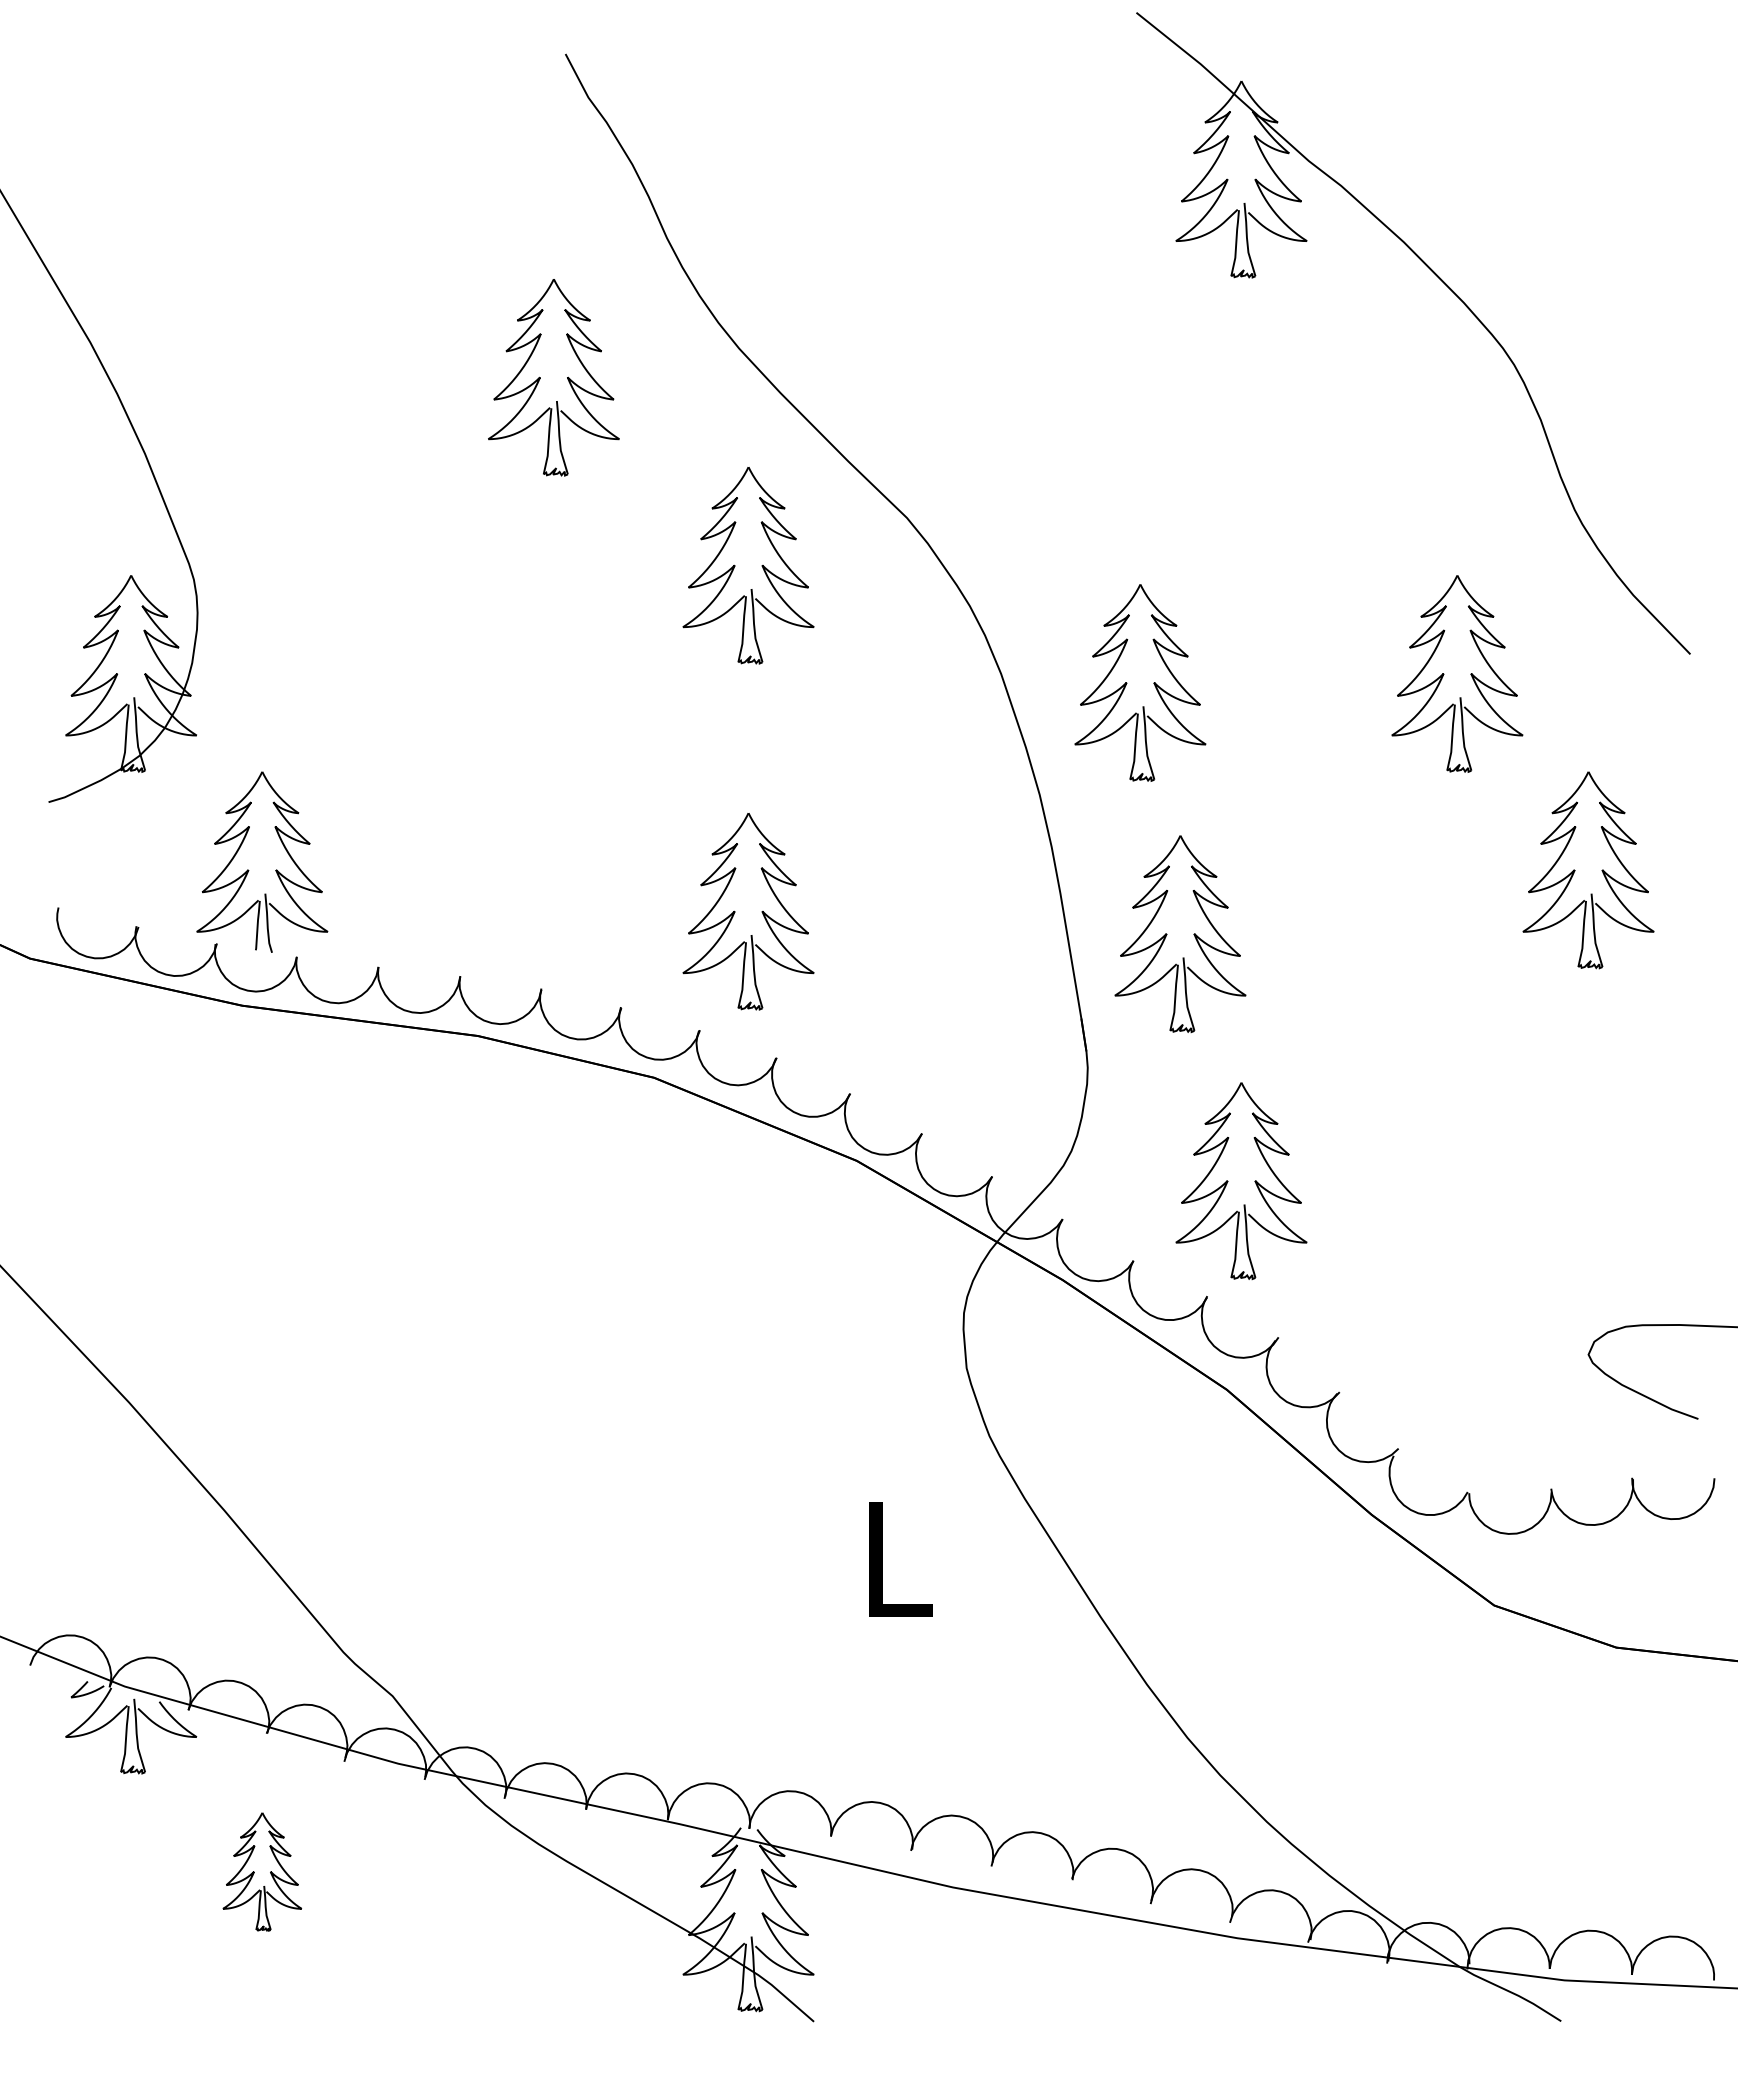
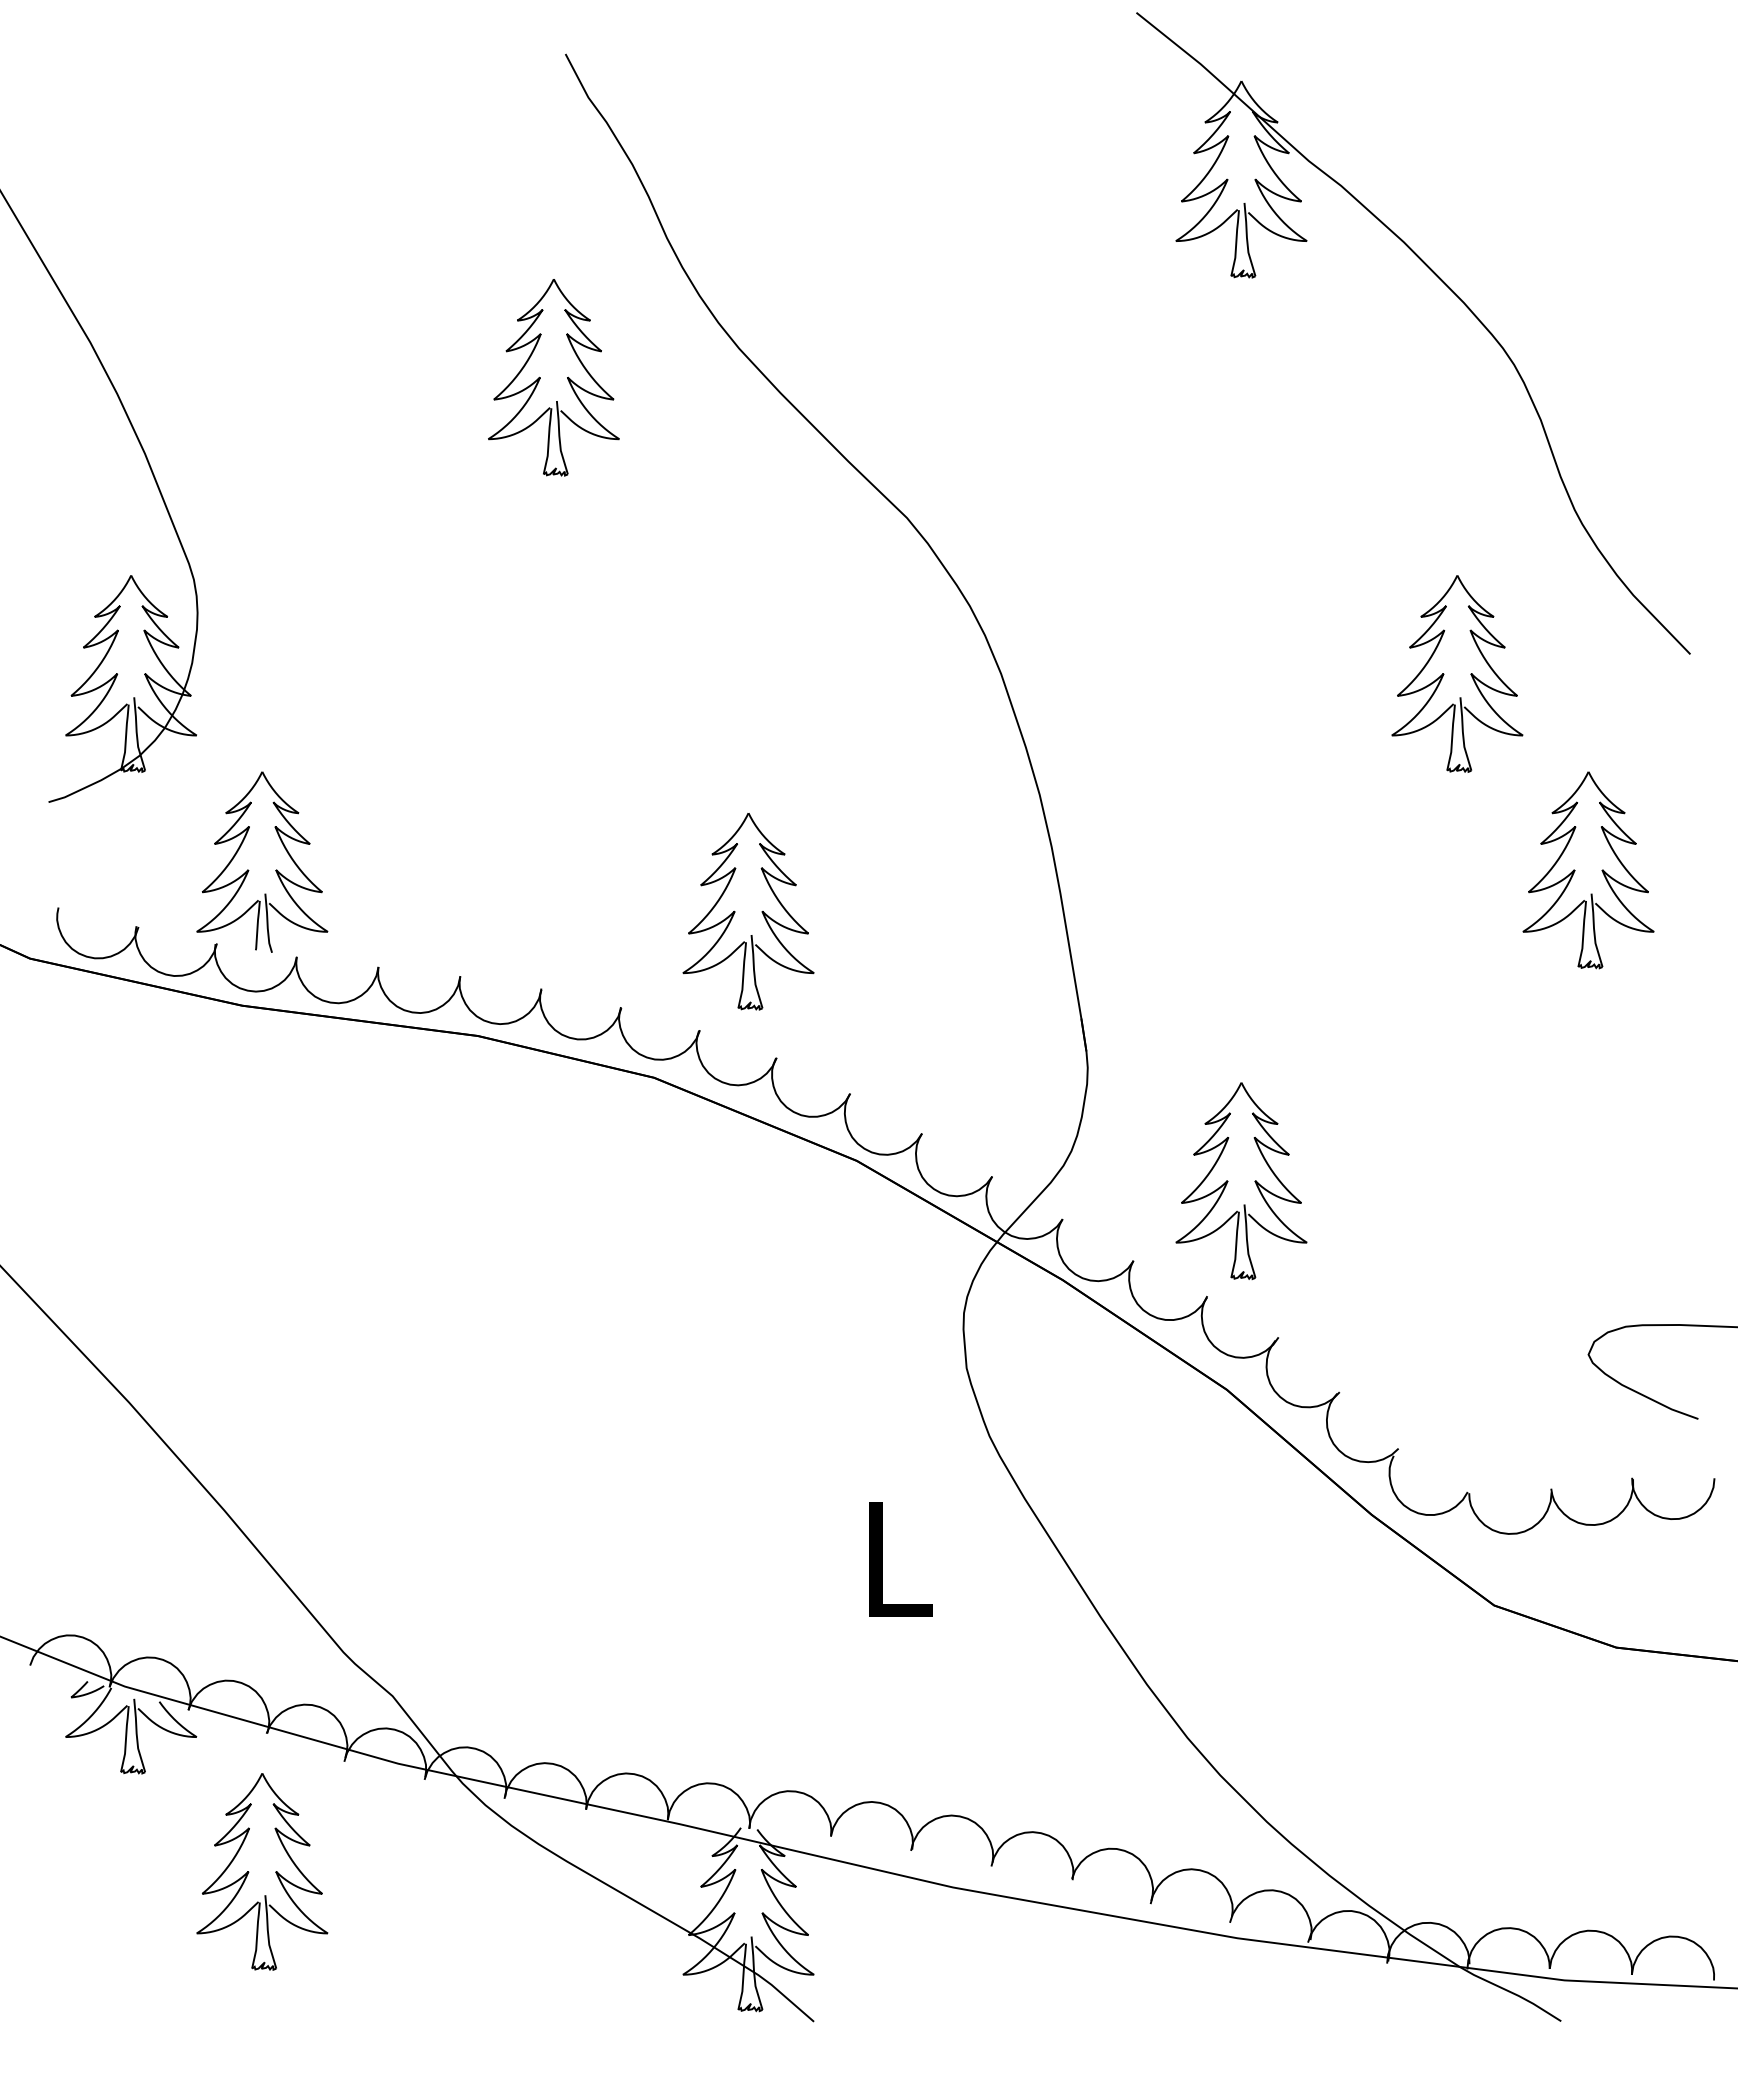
part at (735, 565): present -> none
part at (1140, 682): present -> none
part at (1167, 934): present -> none
part at (262, 1871) size: 81x120 px -> 133x198 px
